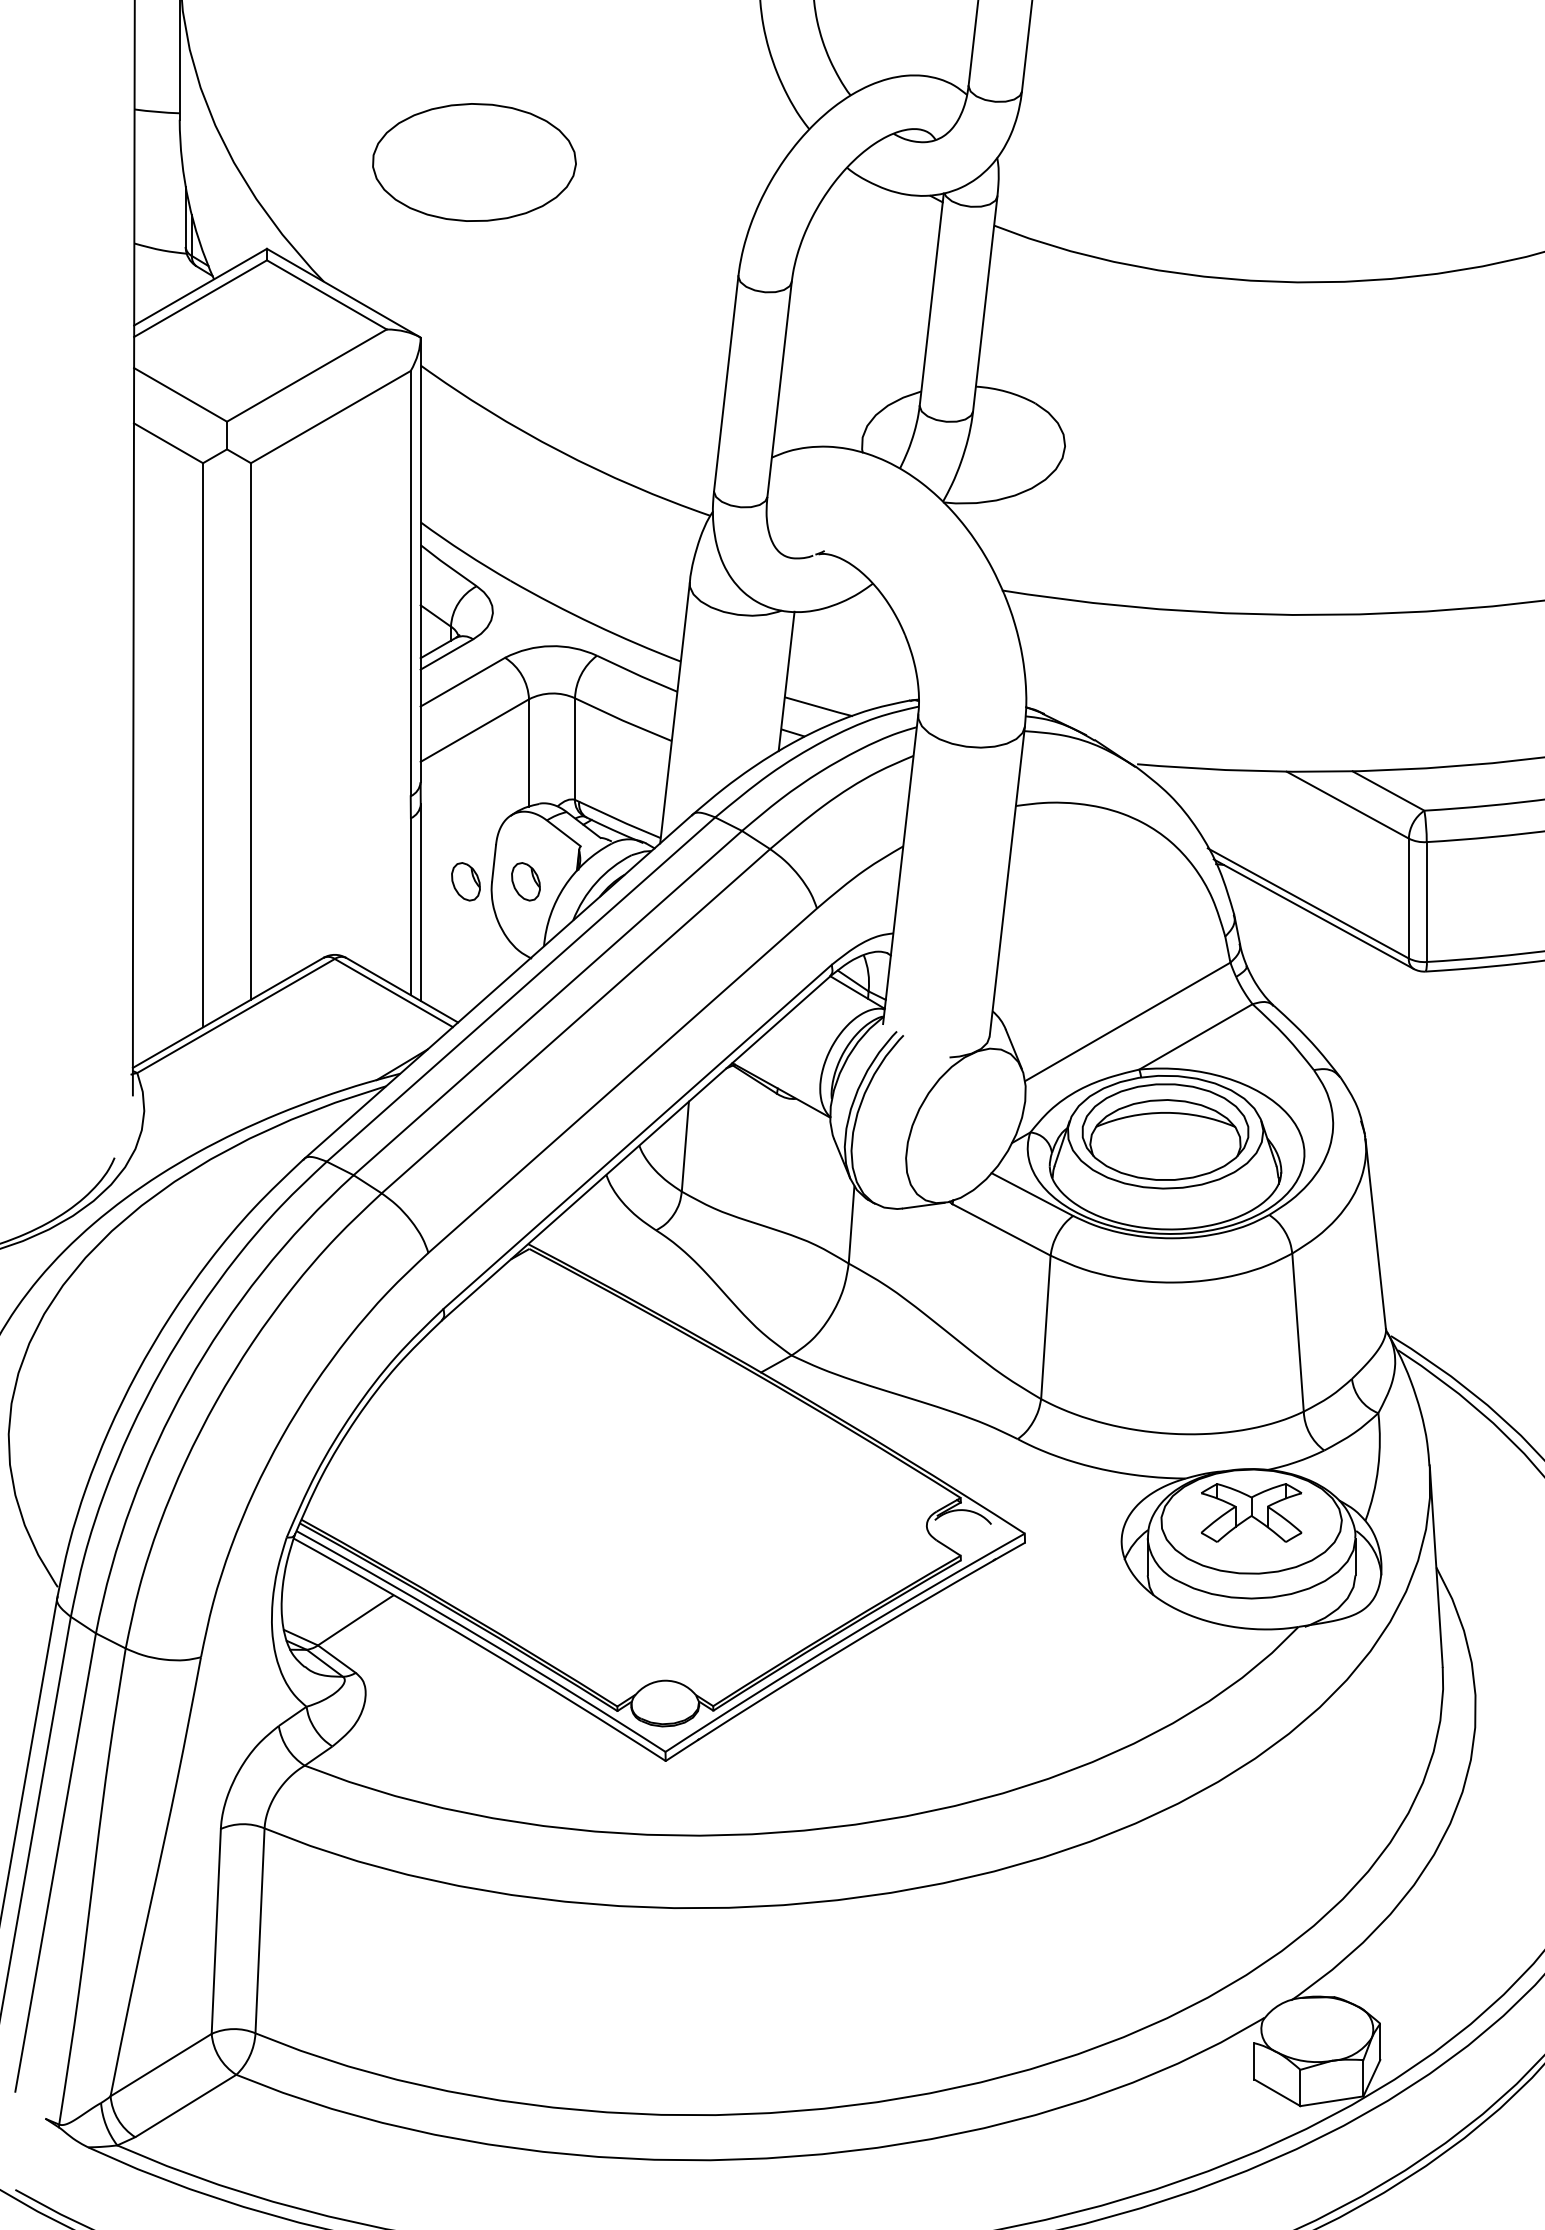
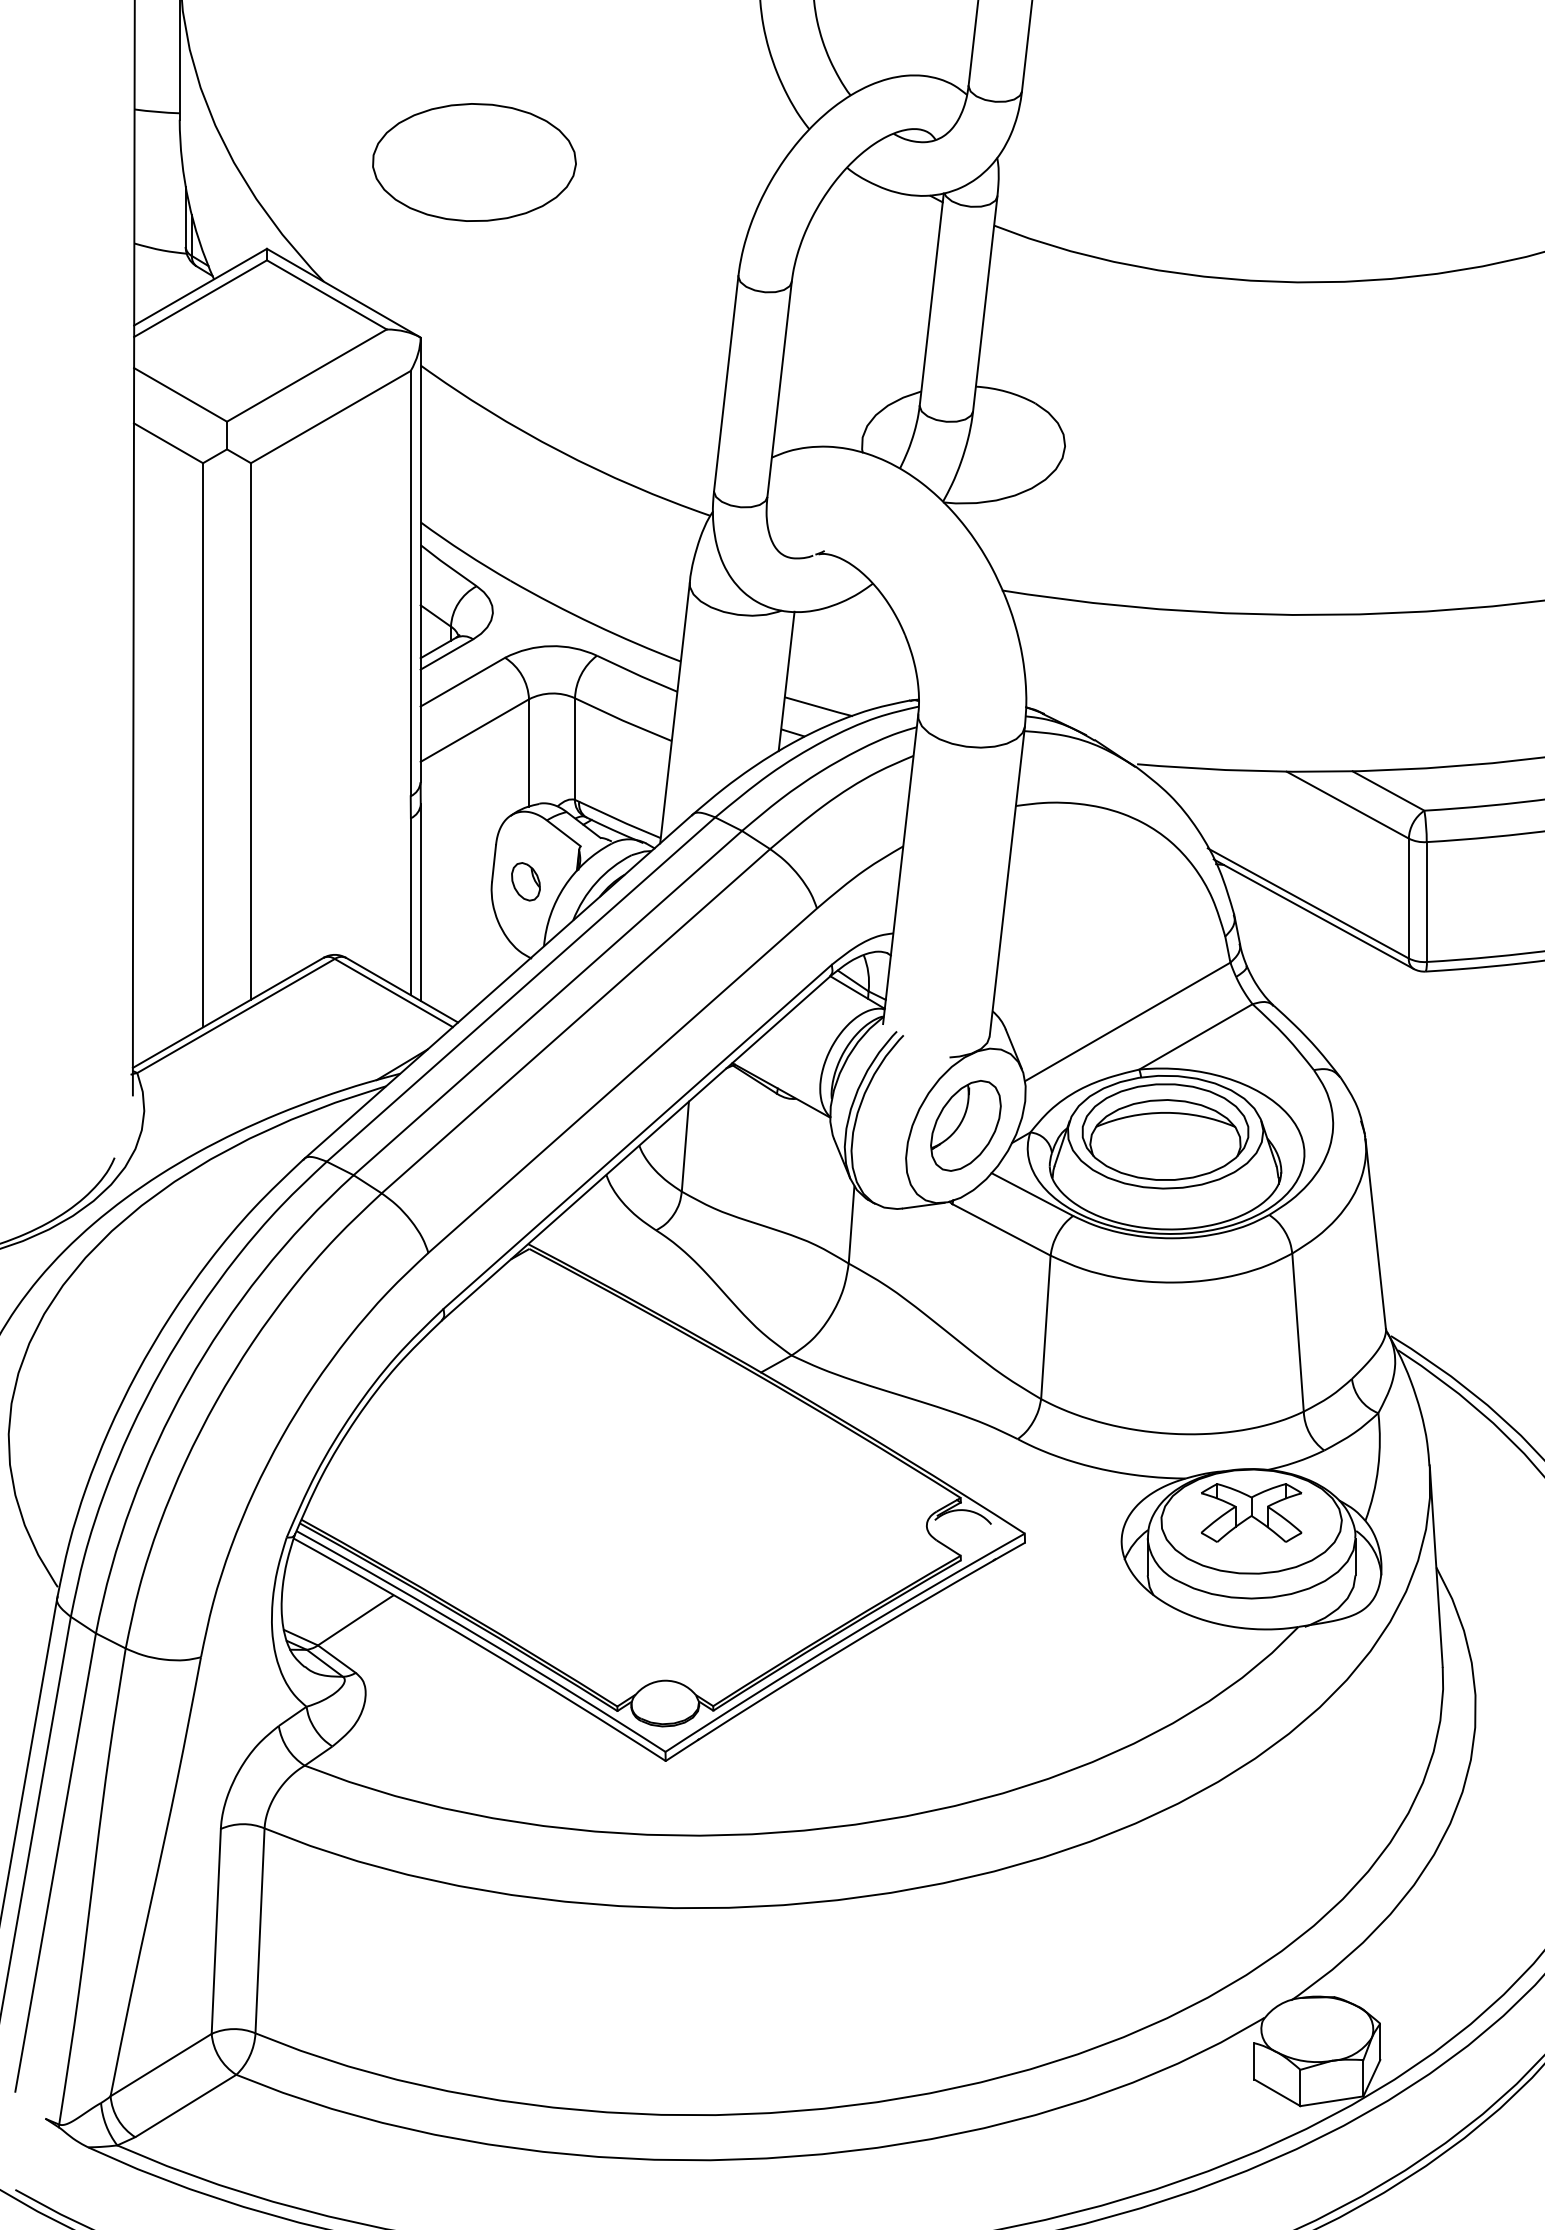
part at (465, 881): present -> none
part at (965, 1125): none -> present
